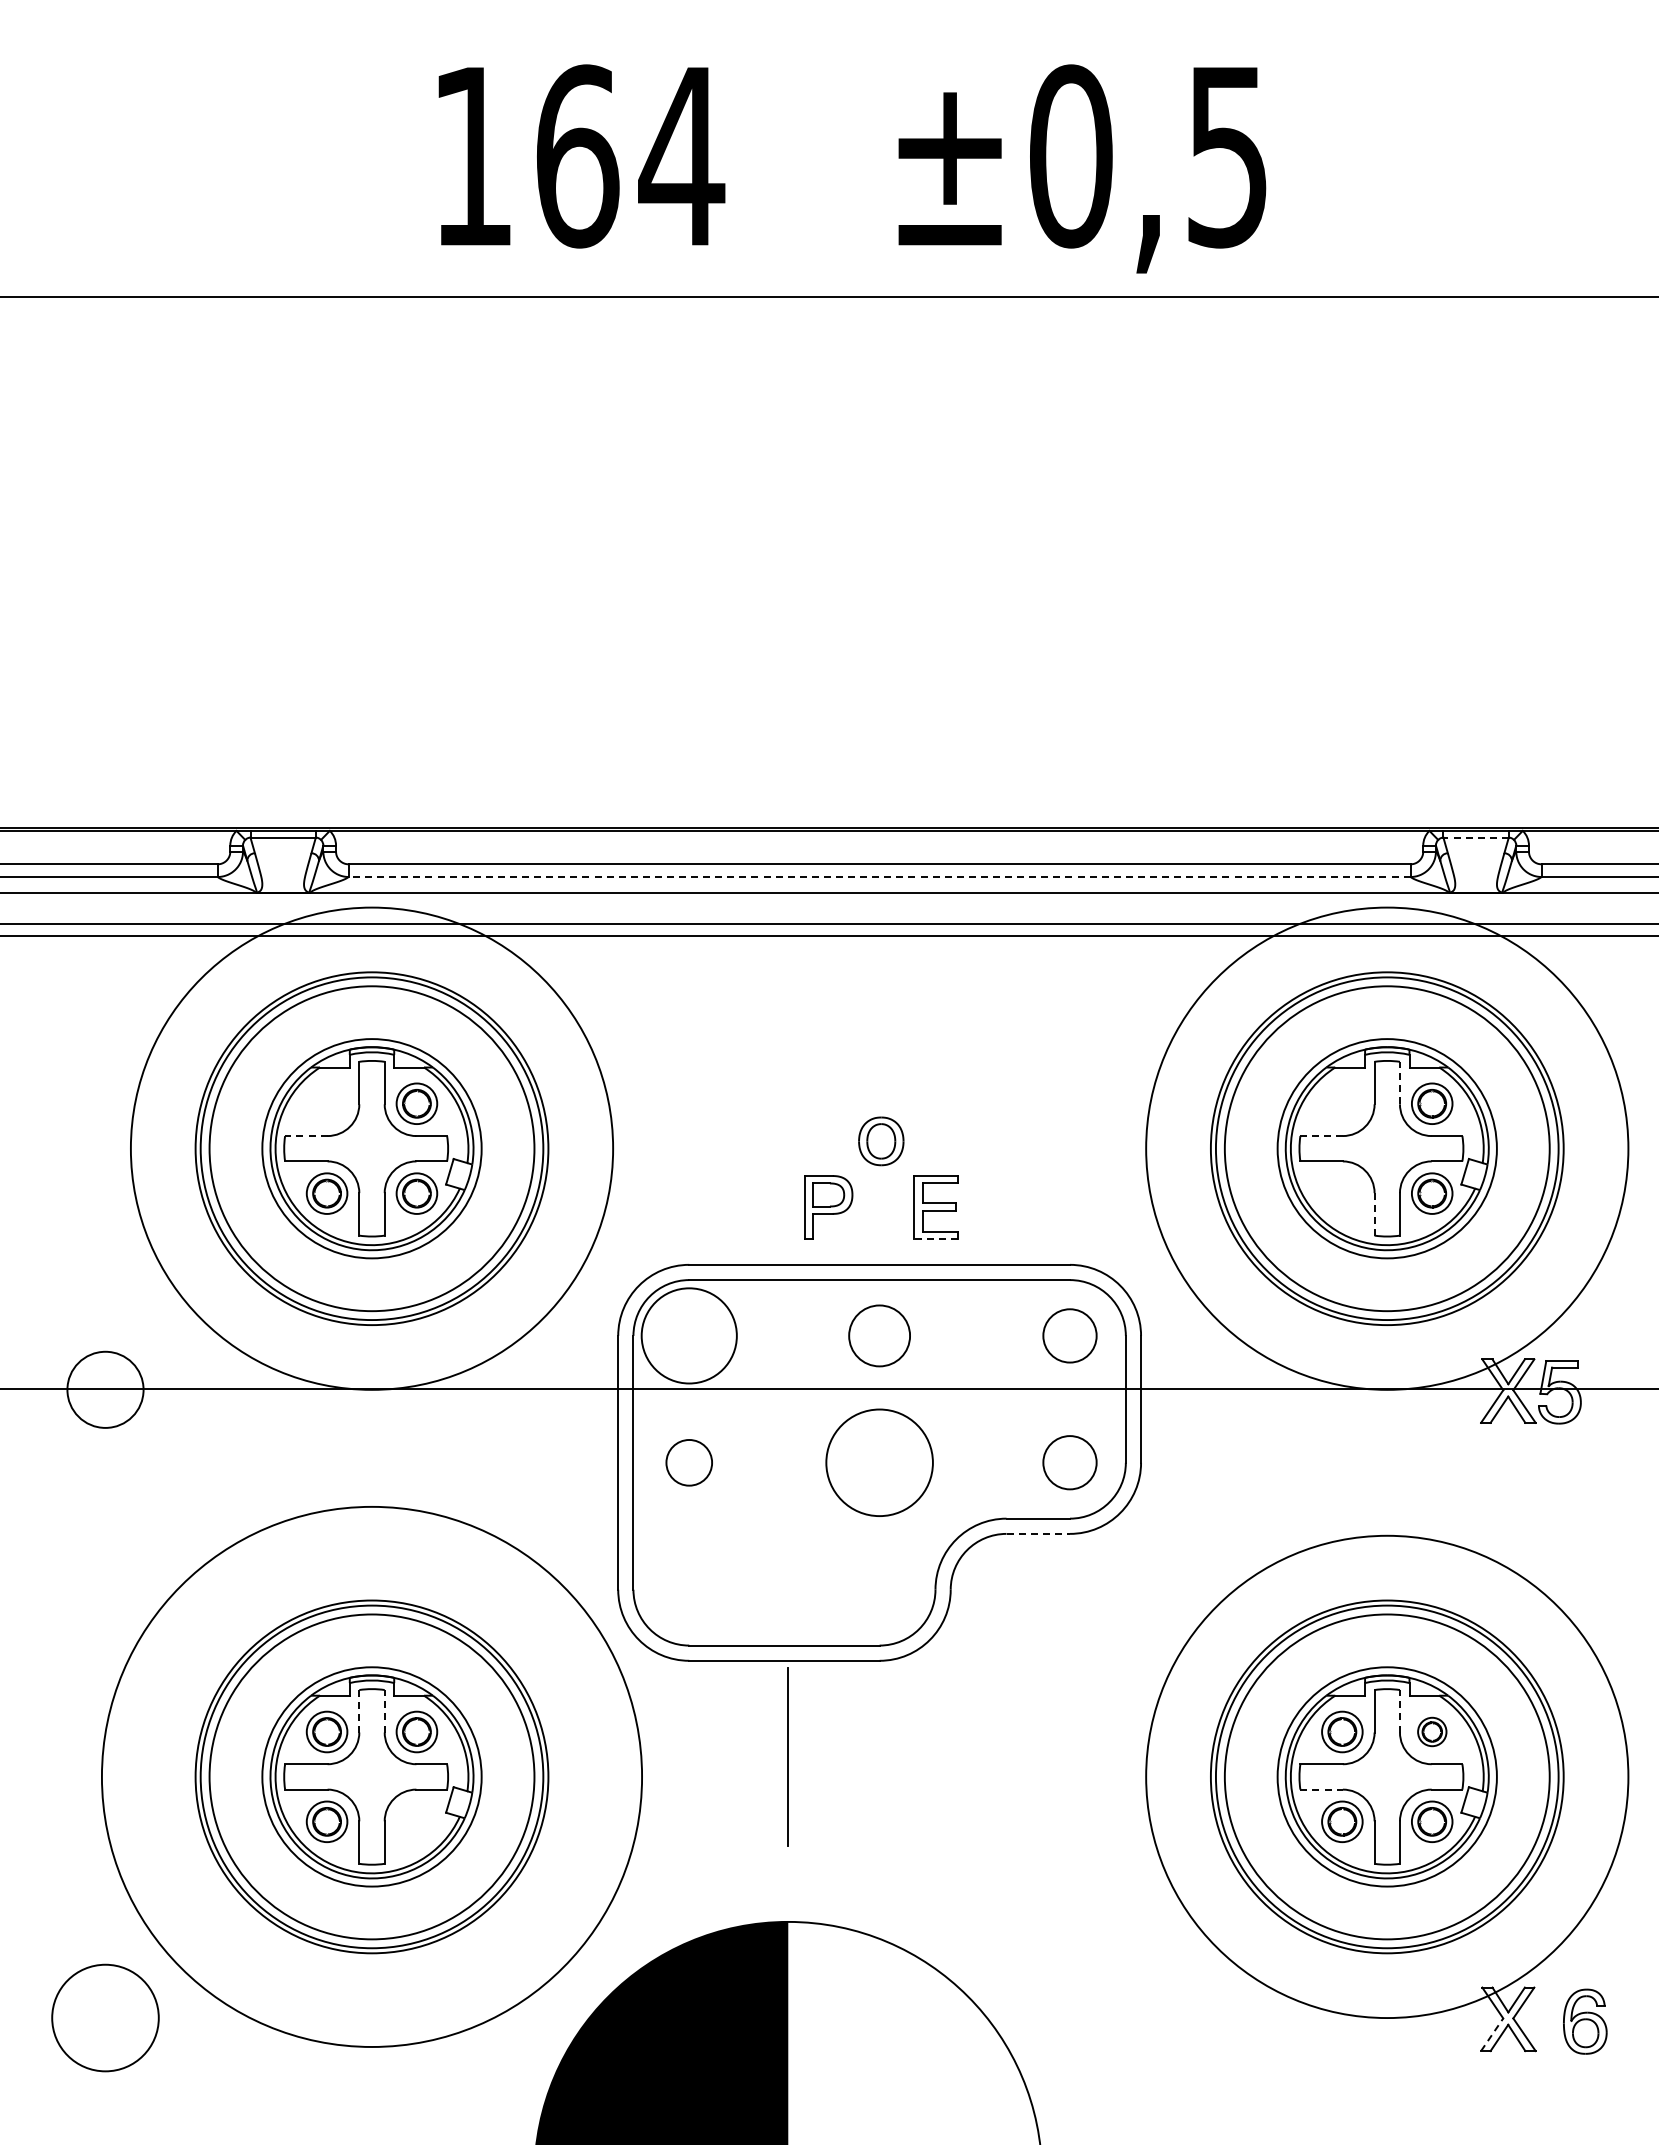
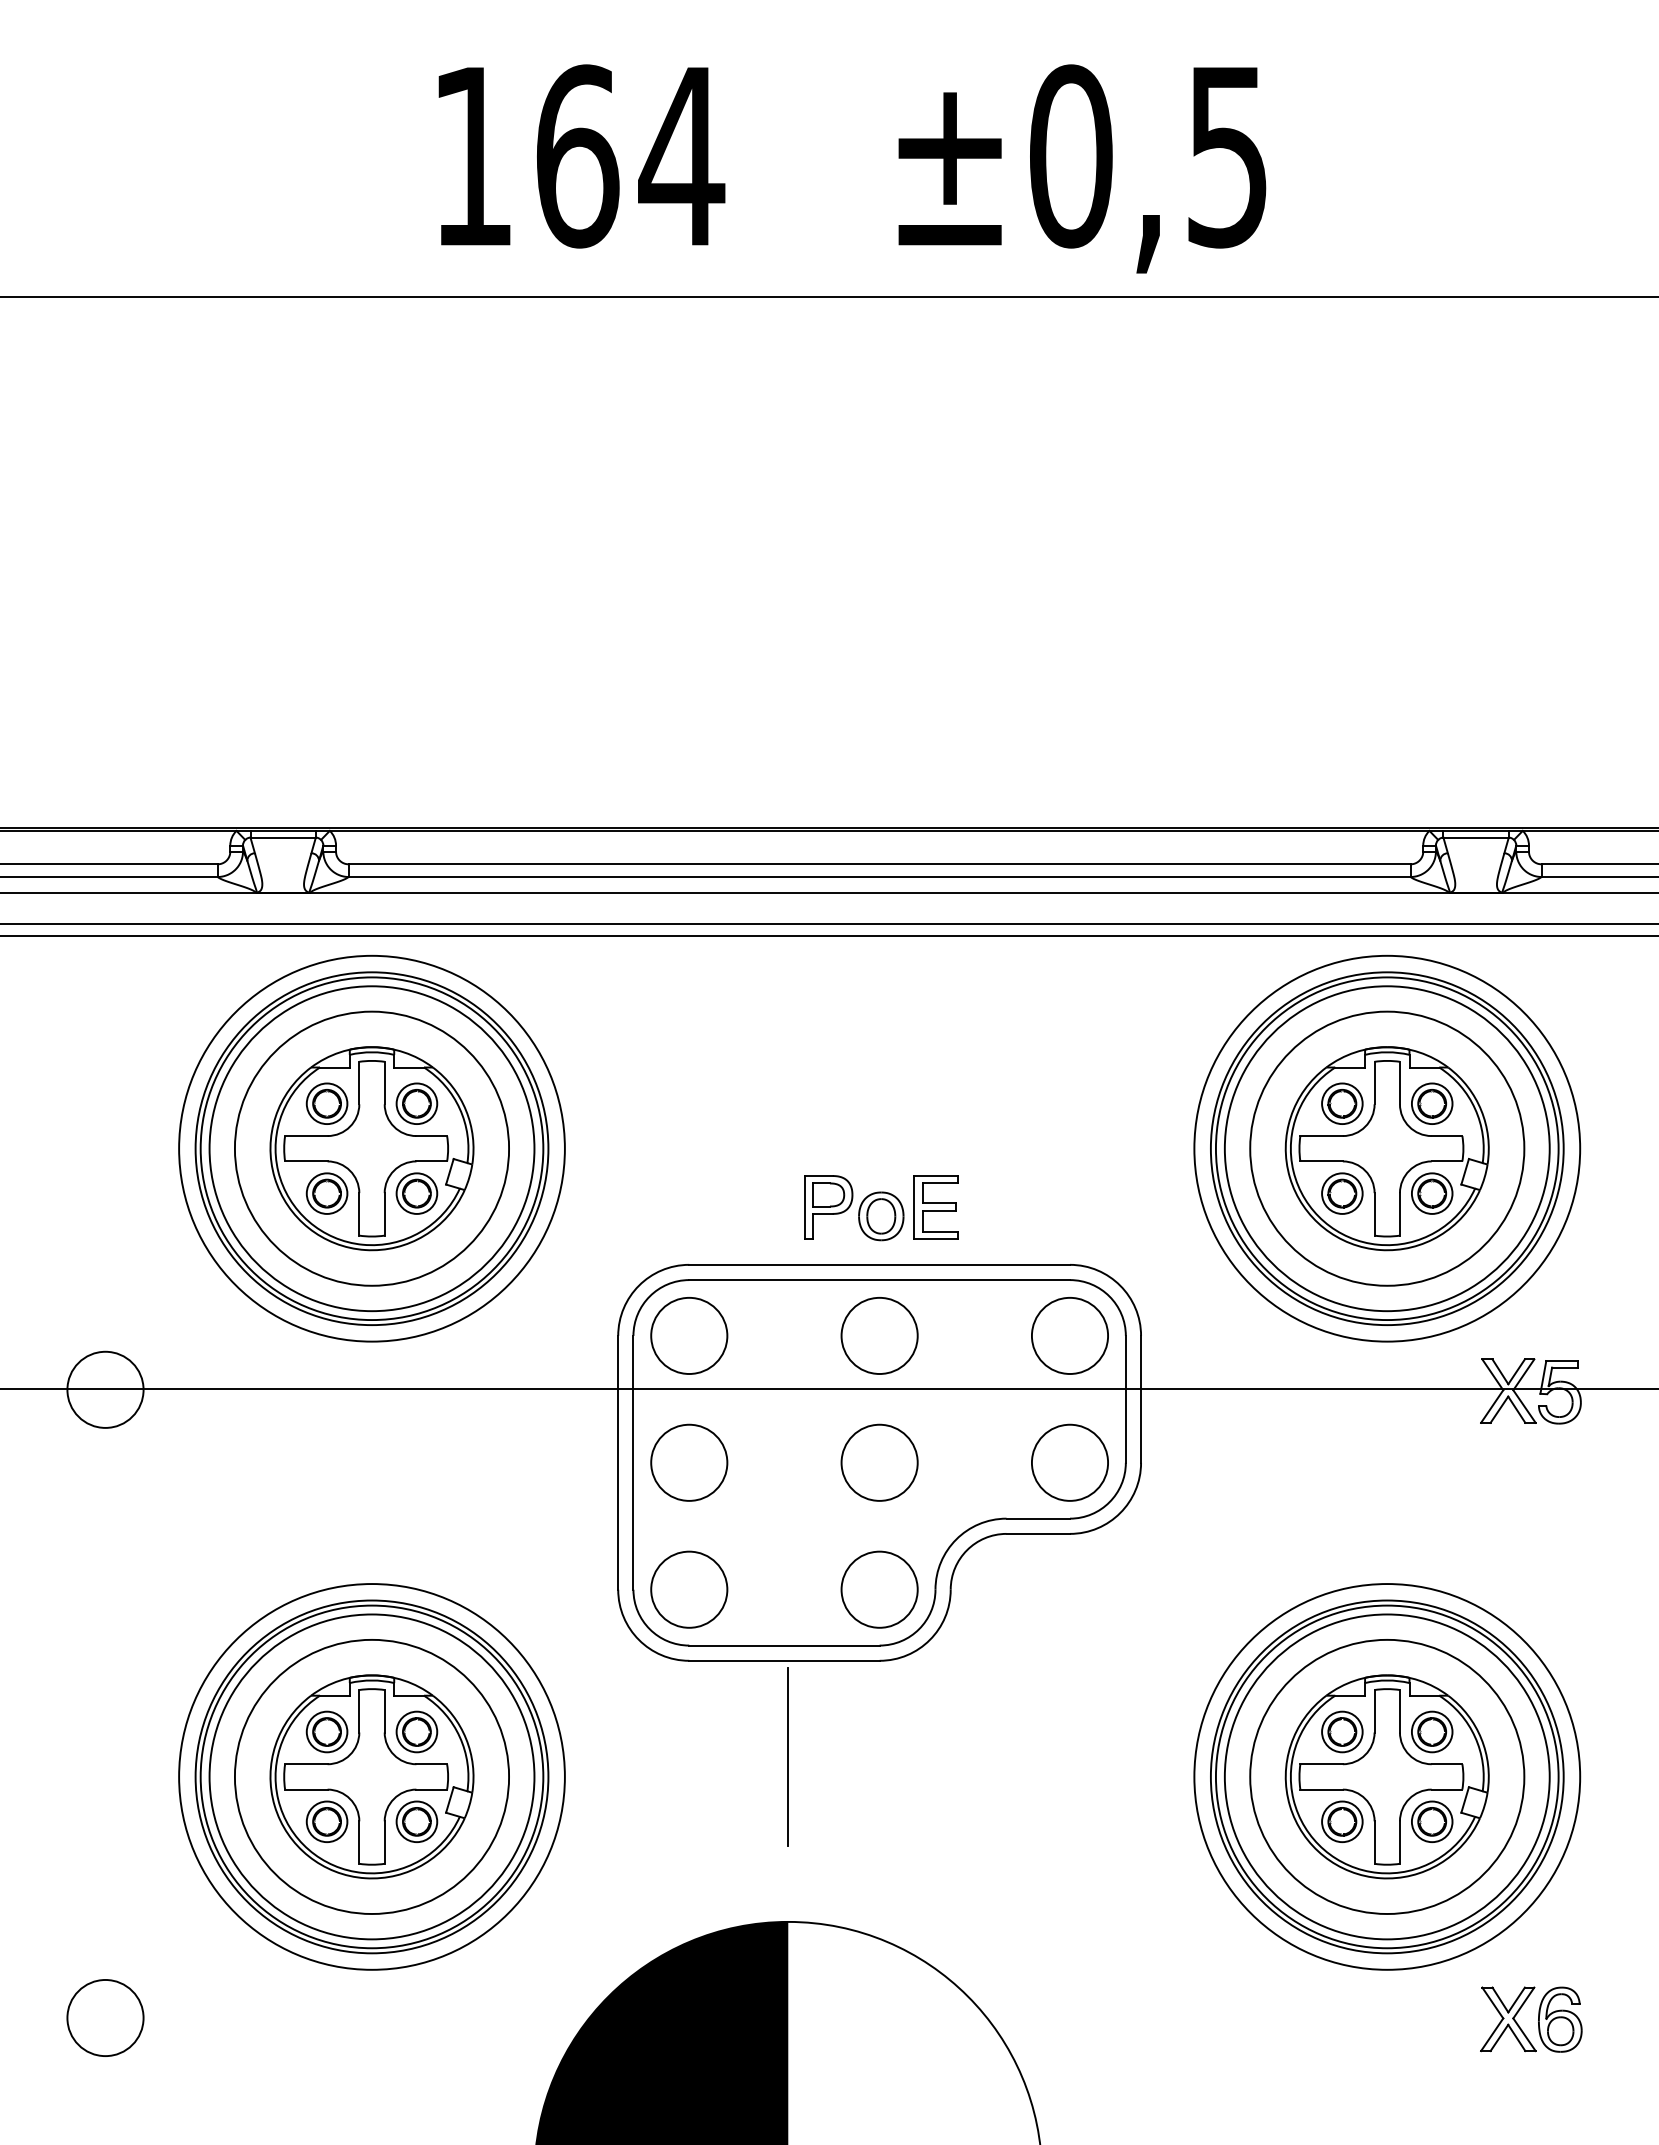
line at (1476, 837): dashed -> solid
line at (879, 877): dashed -> solid
line at (1399, 1082): dashed -> solid
part at (326, 1103): none -> present
part at (1342, 1103): none -> present
line at (305, 1136): dashed -> solid
line at (1321, 1136): dashed -> solid
part at (881, 1141) position: (881, 1141) -> (881, 1216)
circle at (371, 1148) diameter: 219 px -> 274 px
circle at (371, 1148) diameter: 482 px -> 386 px
circle at (1386, 1148) diameter: 219 px -> 274 px
circle at (1387, 1148) diameter: 482 px -> 386 px
part at (1342, 1193): none -> present
line at (1374, 1214): dashed -> solid
line at (936, 1239): dashed -> solid
circle at (688, 1335) diameter: 95 px -> 76 px
circle at (879, 1335) size: 63x64 px -> 79x78 px
circle at (1069, 1335) diameter: 53 px -> 76 px
circle at (689, 1462) diameter: 46 px -> 76 px
circle at (879, 1462) diameter: 107 px -> 76 px
circle at (1069, 1462) size: 56x56 px -> 78x79 px
line at (1038, 1533): dashed -> solid
circle at (689, 1589): none -> present
circle at (879, 1589): none -> present
line at (384, 1710): dashed -> solid
line at (1399, 1710): dashed -> solid
line at (359, 1711): dashed -> solid
part at (1432, 1731) size: 31x32 px -> 43x44 px
circle at (371, 1776) diameter: 219 px -> 274 px
circle at (371, 1776) diameter: 540 px -> 386 px
circle at (1386, 1776) diameter: 219 px -> 274 px
circle at (1387, 1776) diameter: 482 px -> 386 px
line at (1322, 1789): dashed -> solid
part at (416, 1821): none -> present
circle at (105, 2017) diameter: 107 px -> 76 px
part at (1585, 2021) position: (1585, 2021) -> (1560, 2019)
line at (1492, 2034): dashed -> solid
